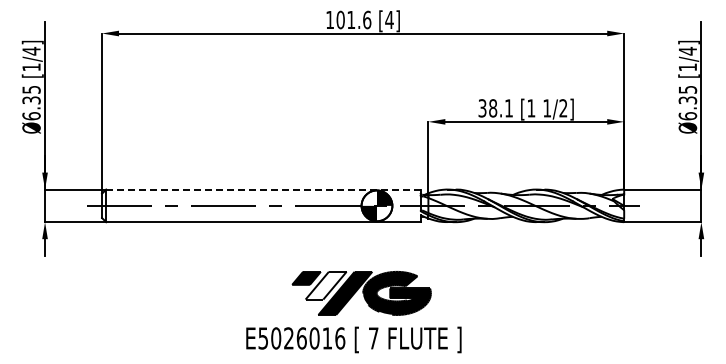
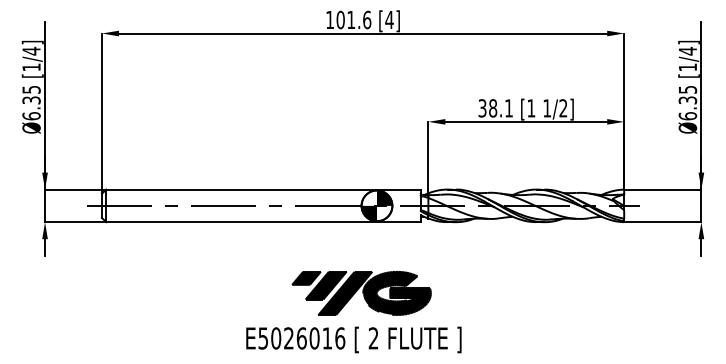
line at (262, 189): dashed -> solid
fill at (325, 285): none -> present
text at (373, 338): 7 -> 2
